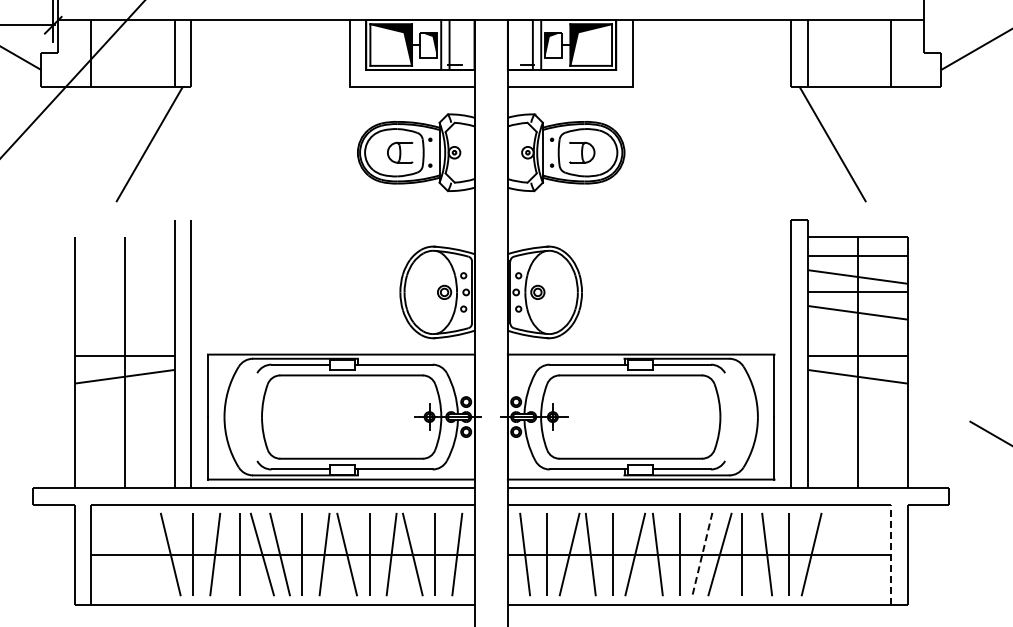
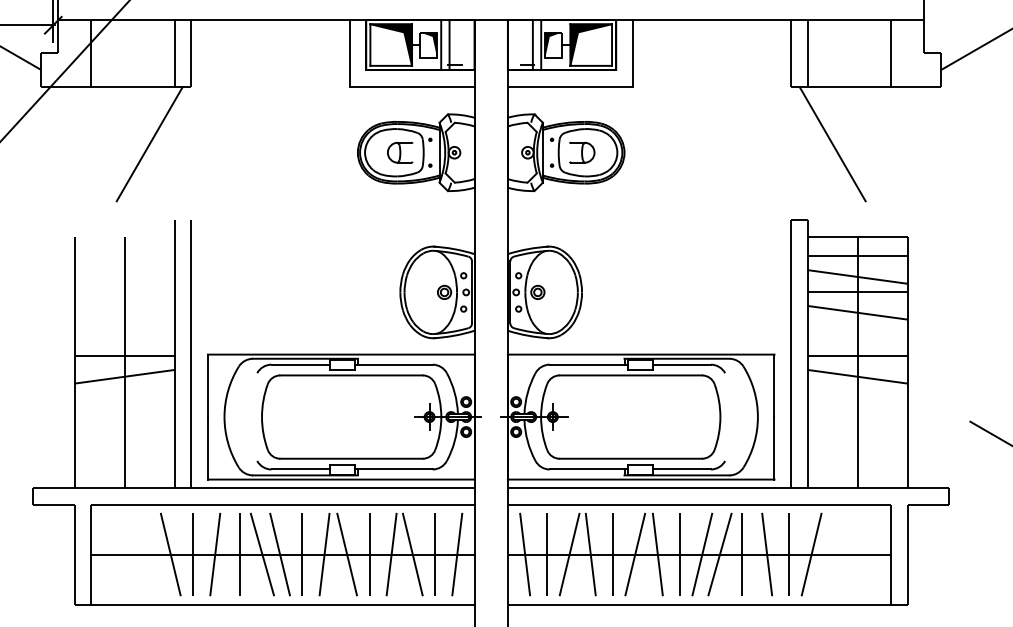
line at (72, 79) position: (72, 79) -> (64, 70)
line at (702, 554): dashed -> solid
line at (891, 554): dashed -> solid
